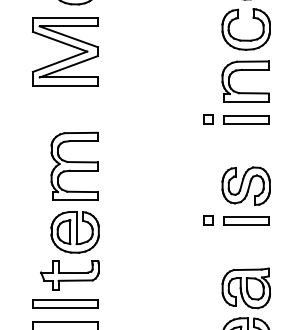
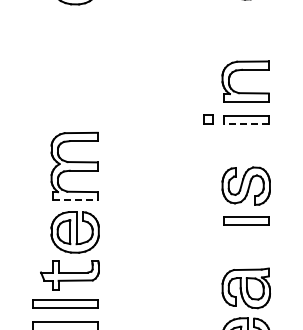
part at (245, 39): present -> none
part at (67, 45): present -> none
line at (246, 124): solid -> dashed
line at (75, 200): solid -> dashed
part at (208, 220): present -> none
